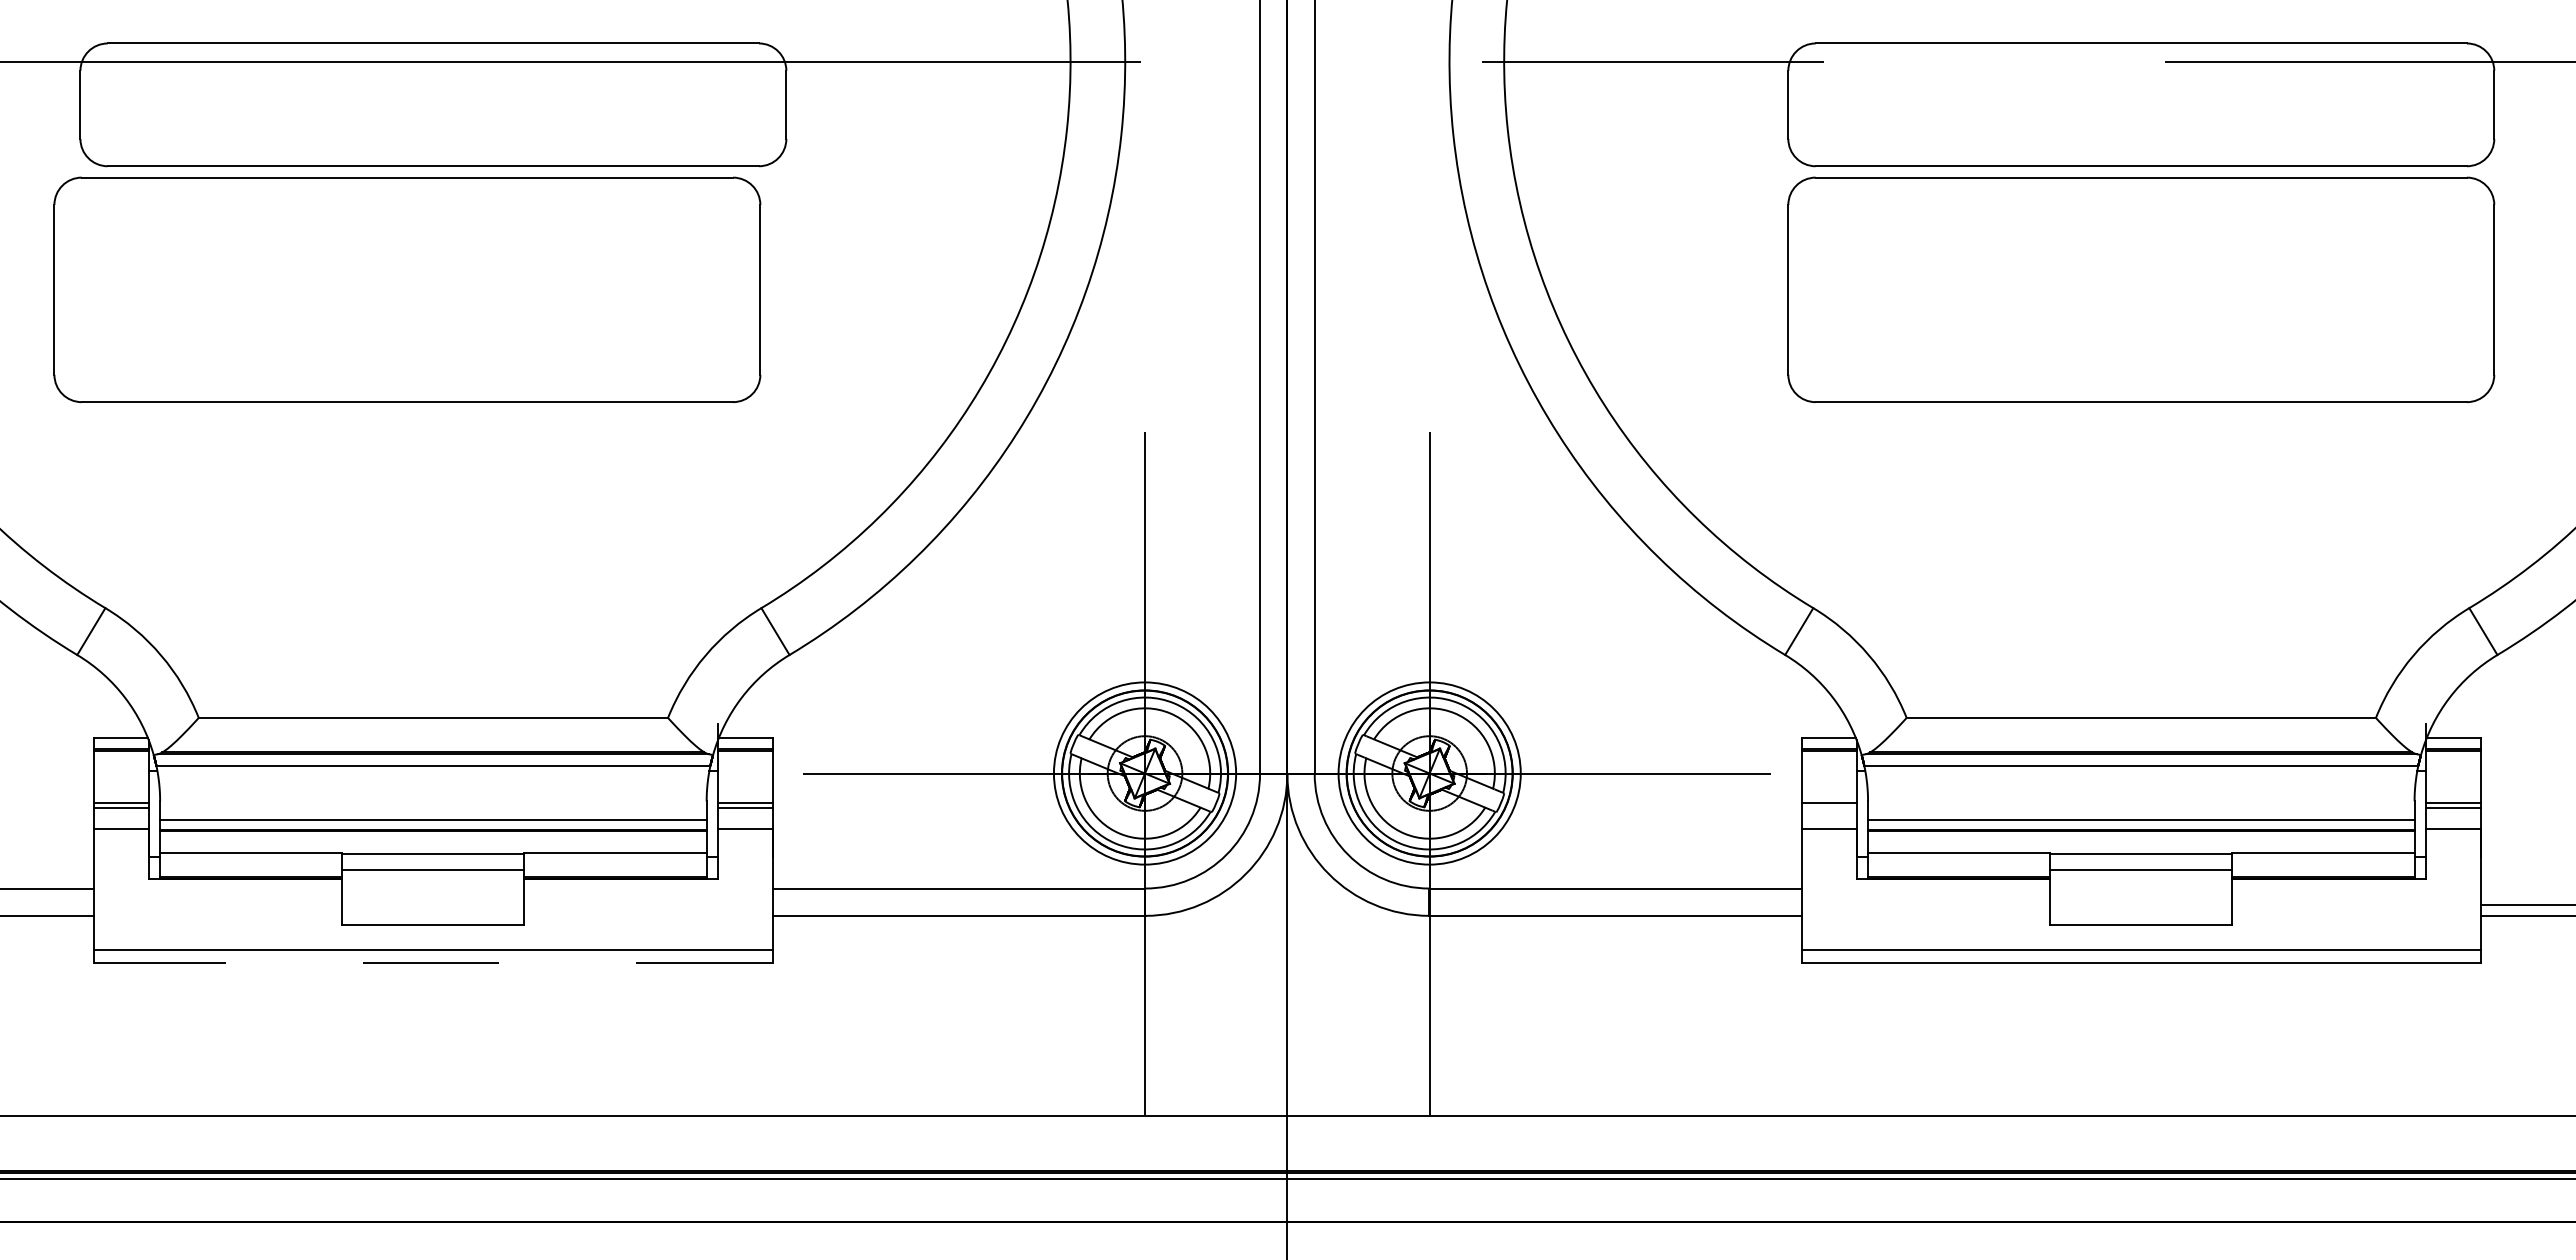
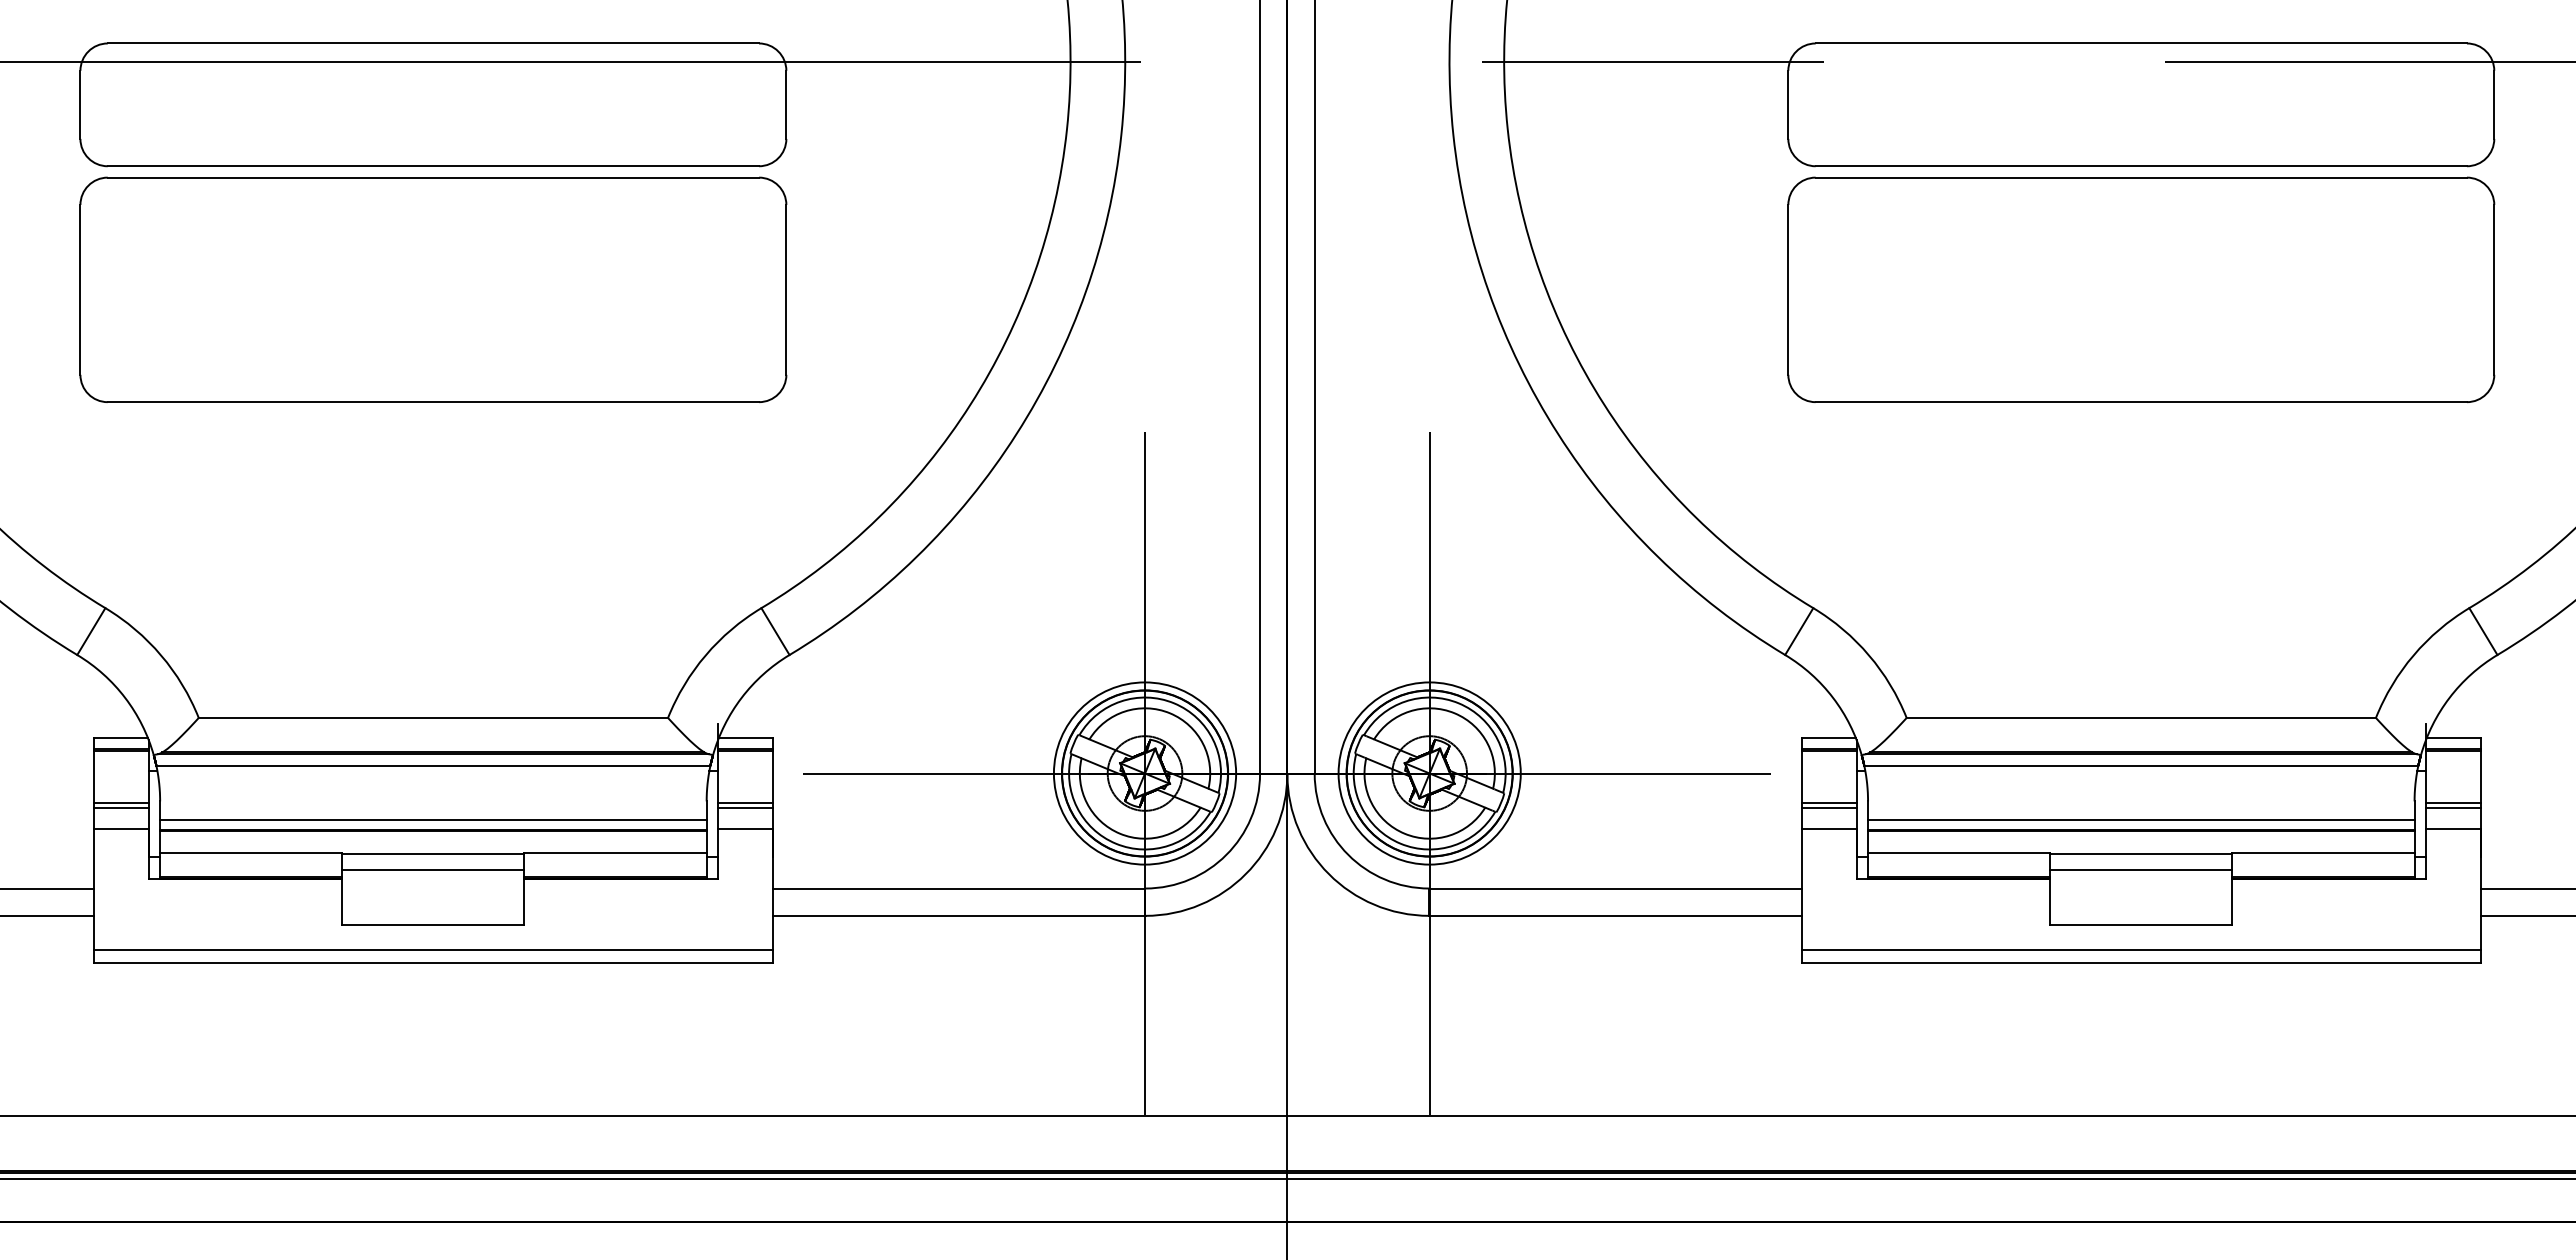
part at (407, 289) position: (407, 289) -> (433, 289)
line at (1829, 808): none -> present
line at (2526, 904) position: (2526, 904) -> (2526, 888)
line at (432, 963): dashed -> solid
